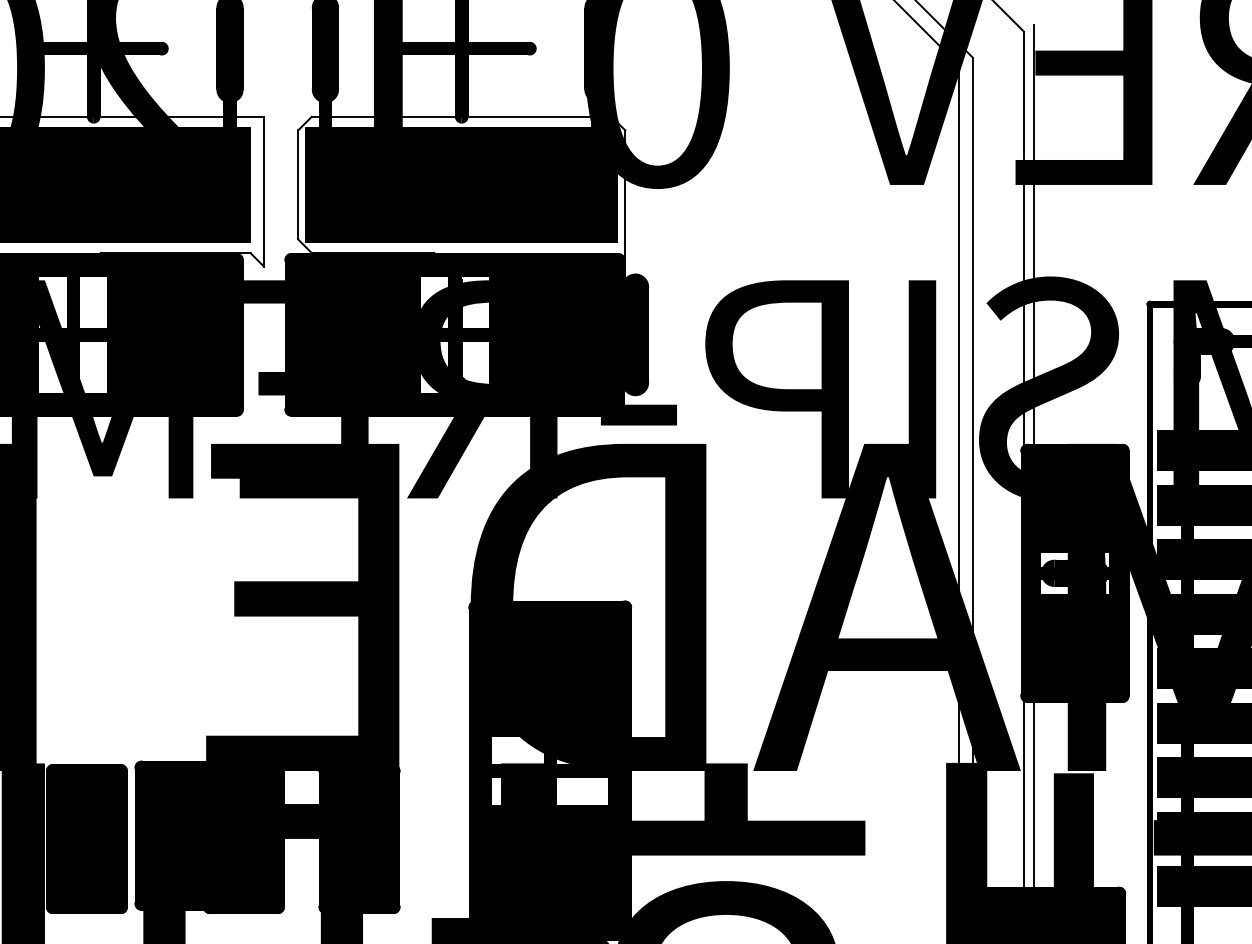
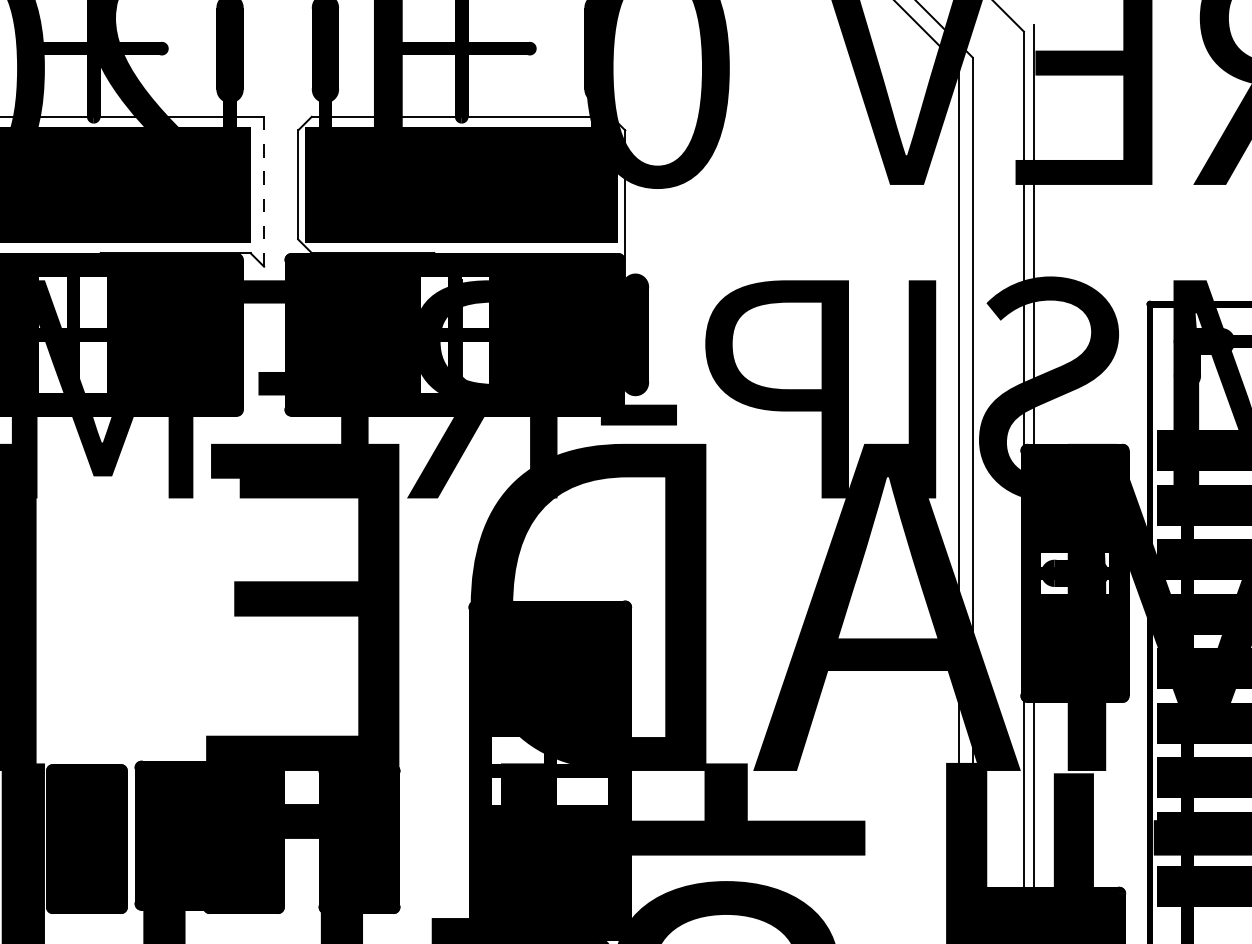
line at (264, 191): solid -> dashed
